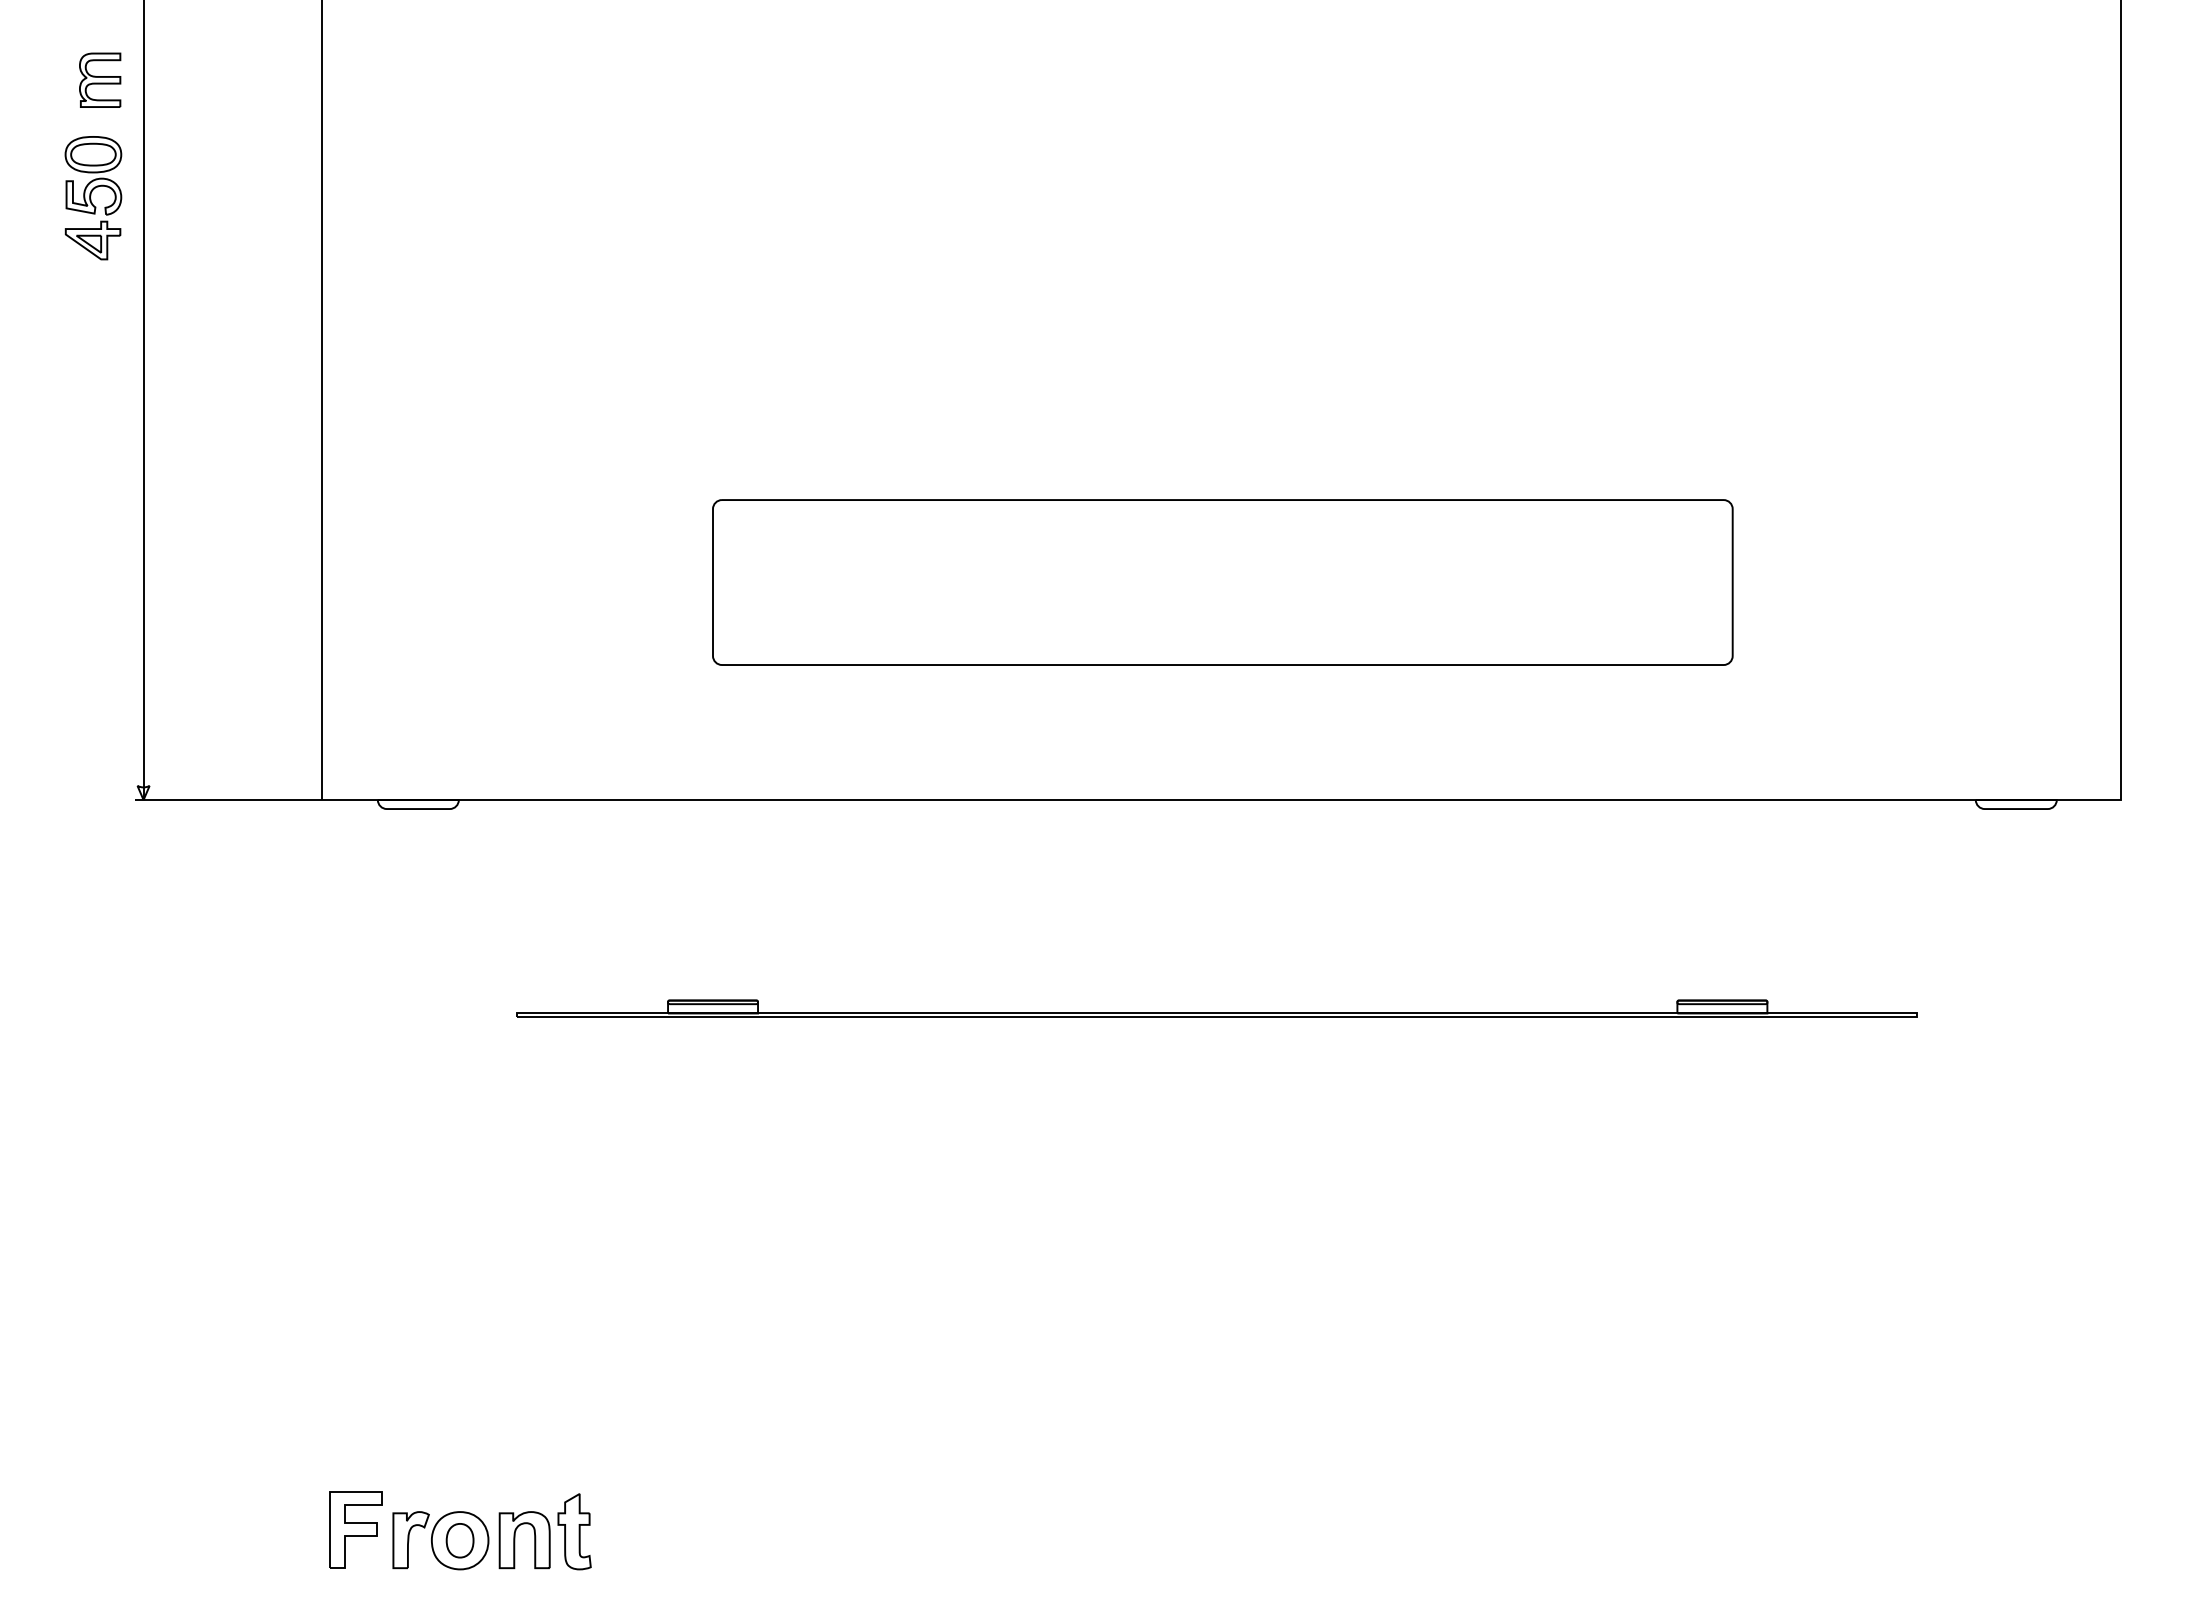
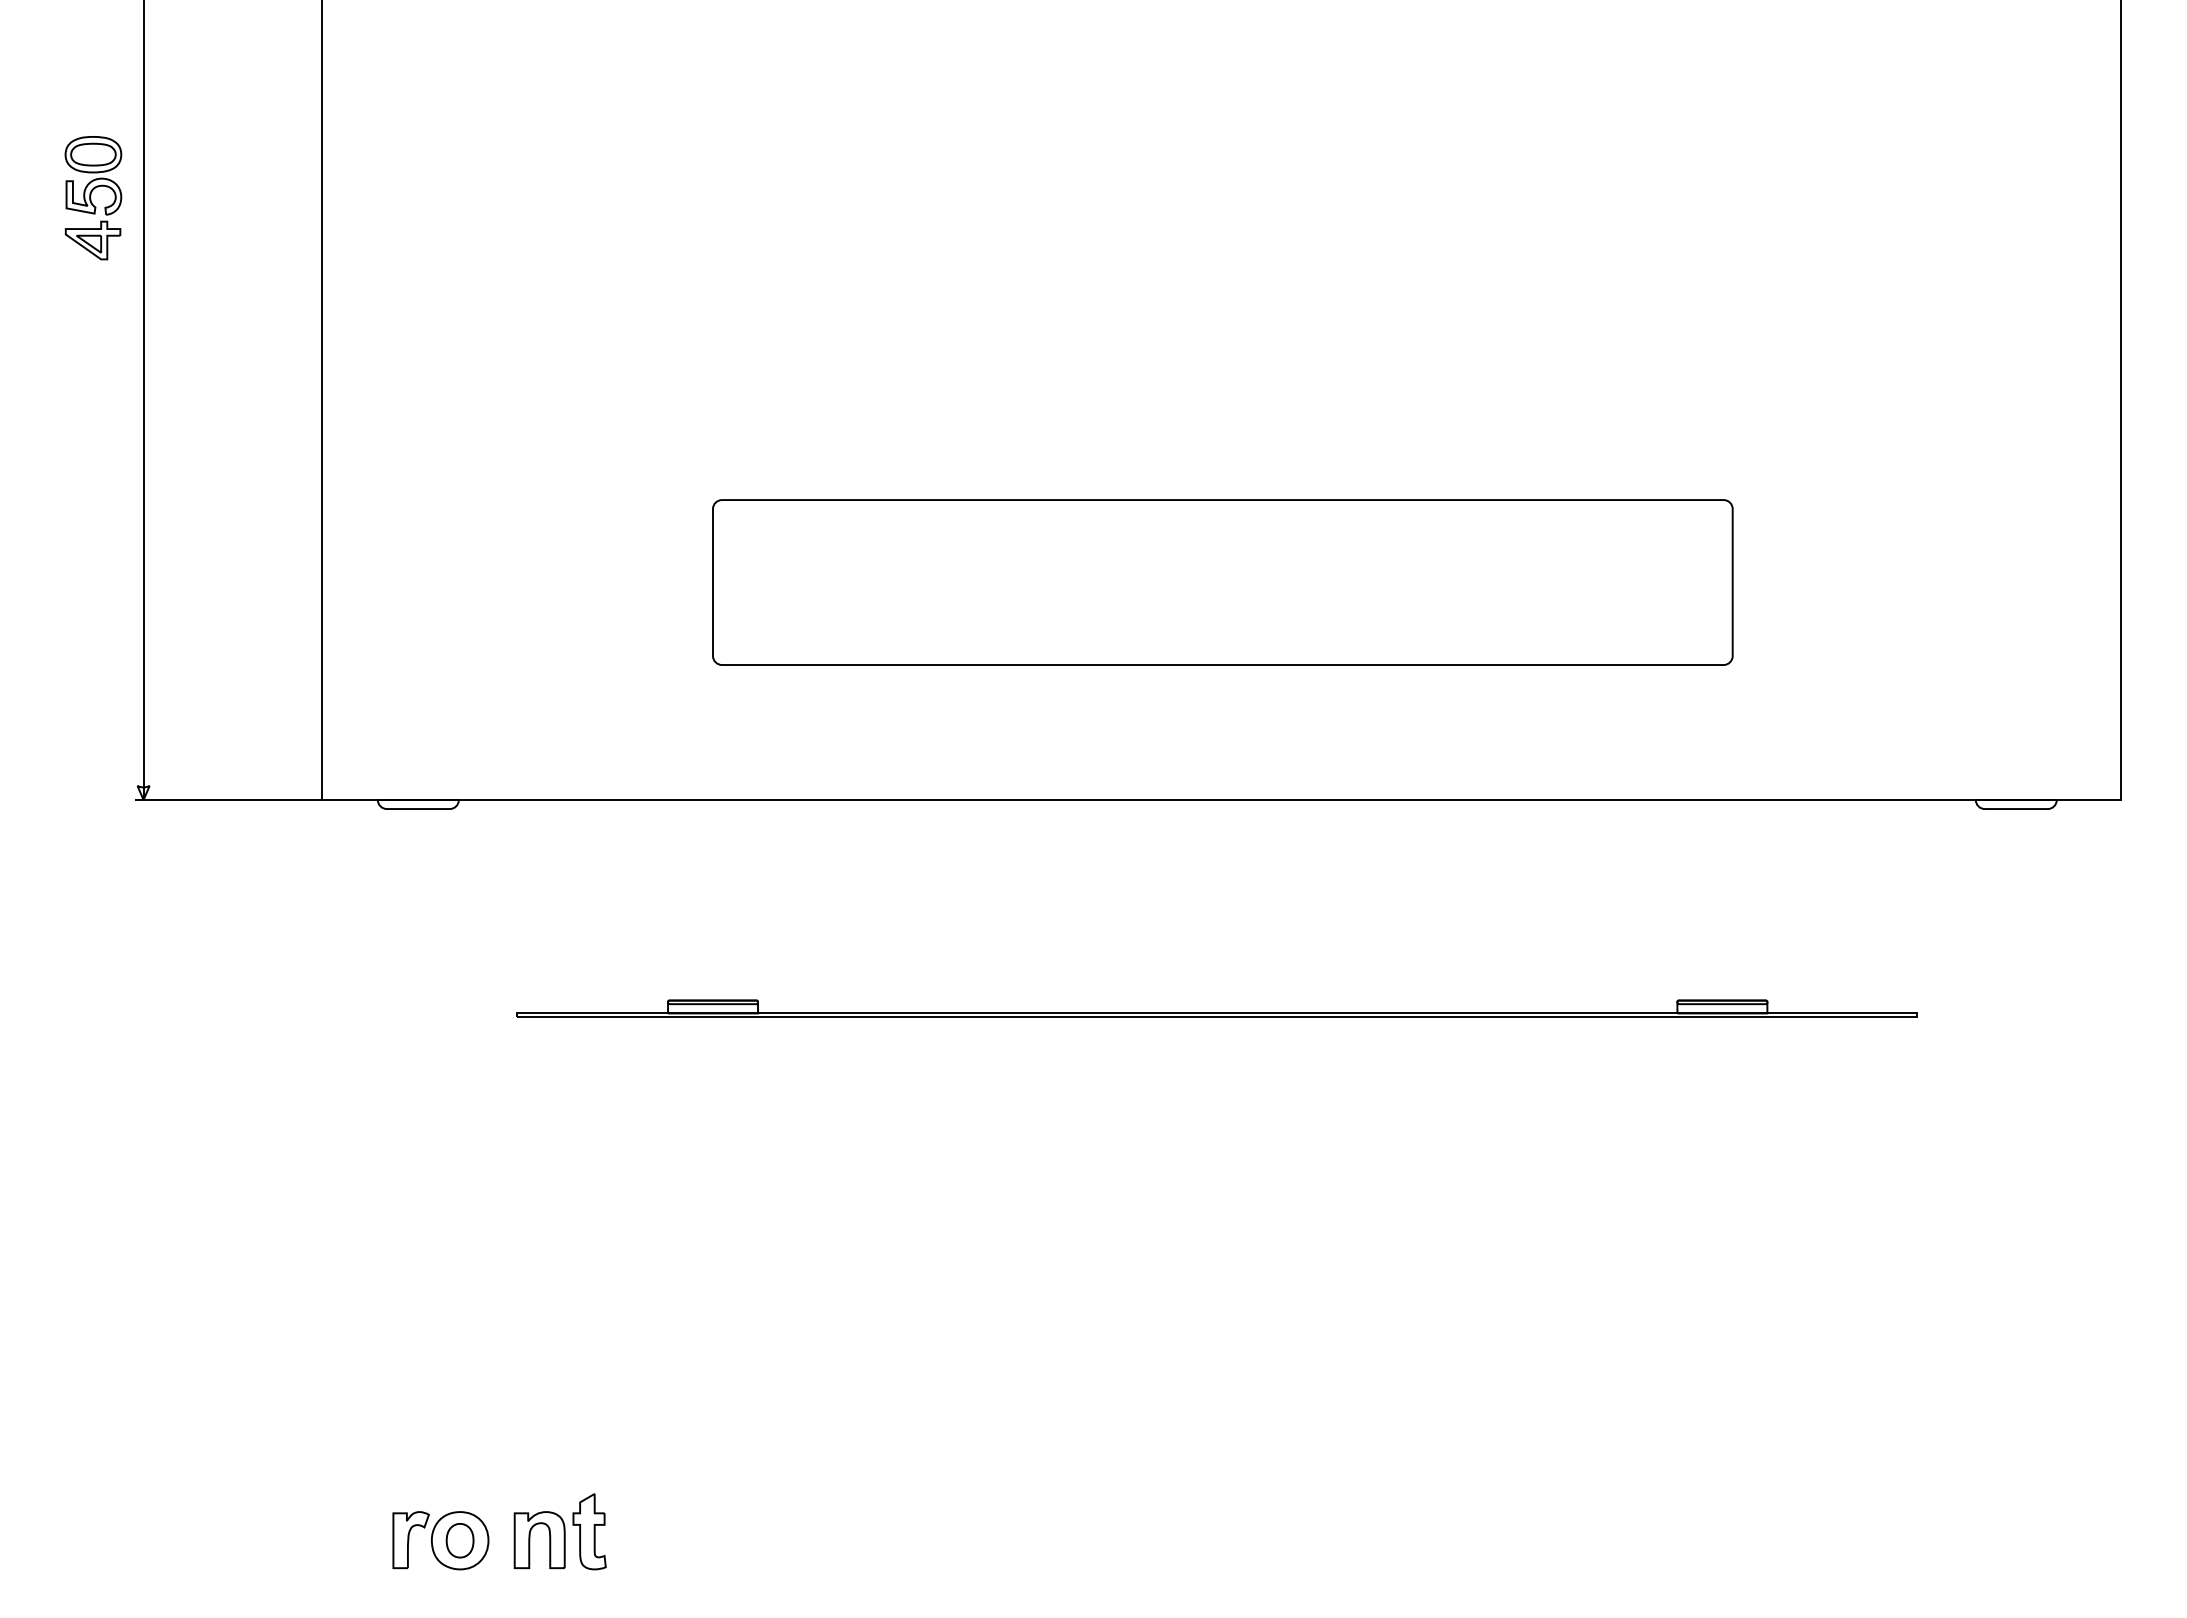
part at (100, 79): present -> none
part at (355, 1529): present -> none
part at (544, 1531) position: (544, 1531) -> (559, 1531)
